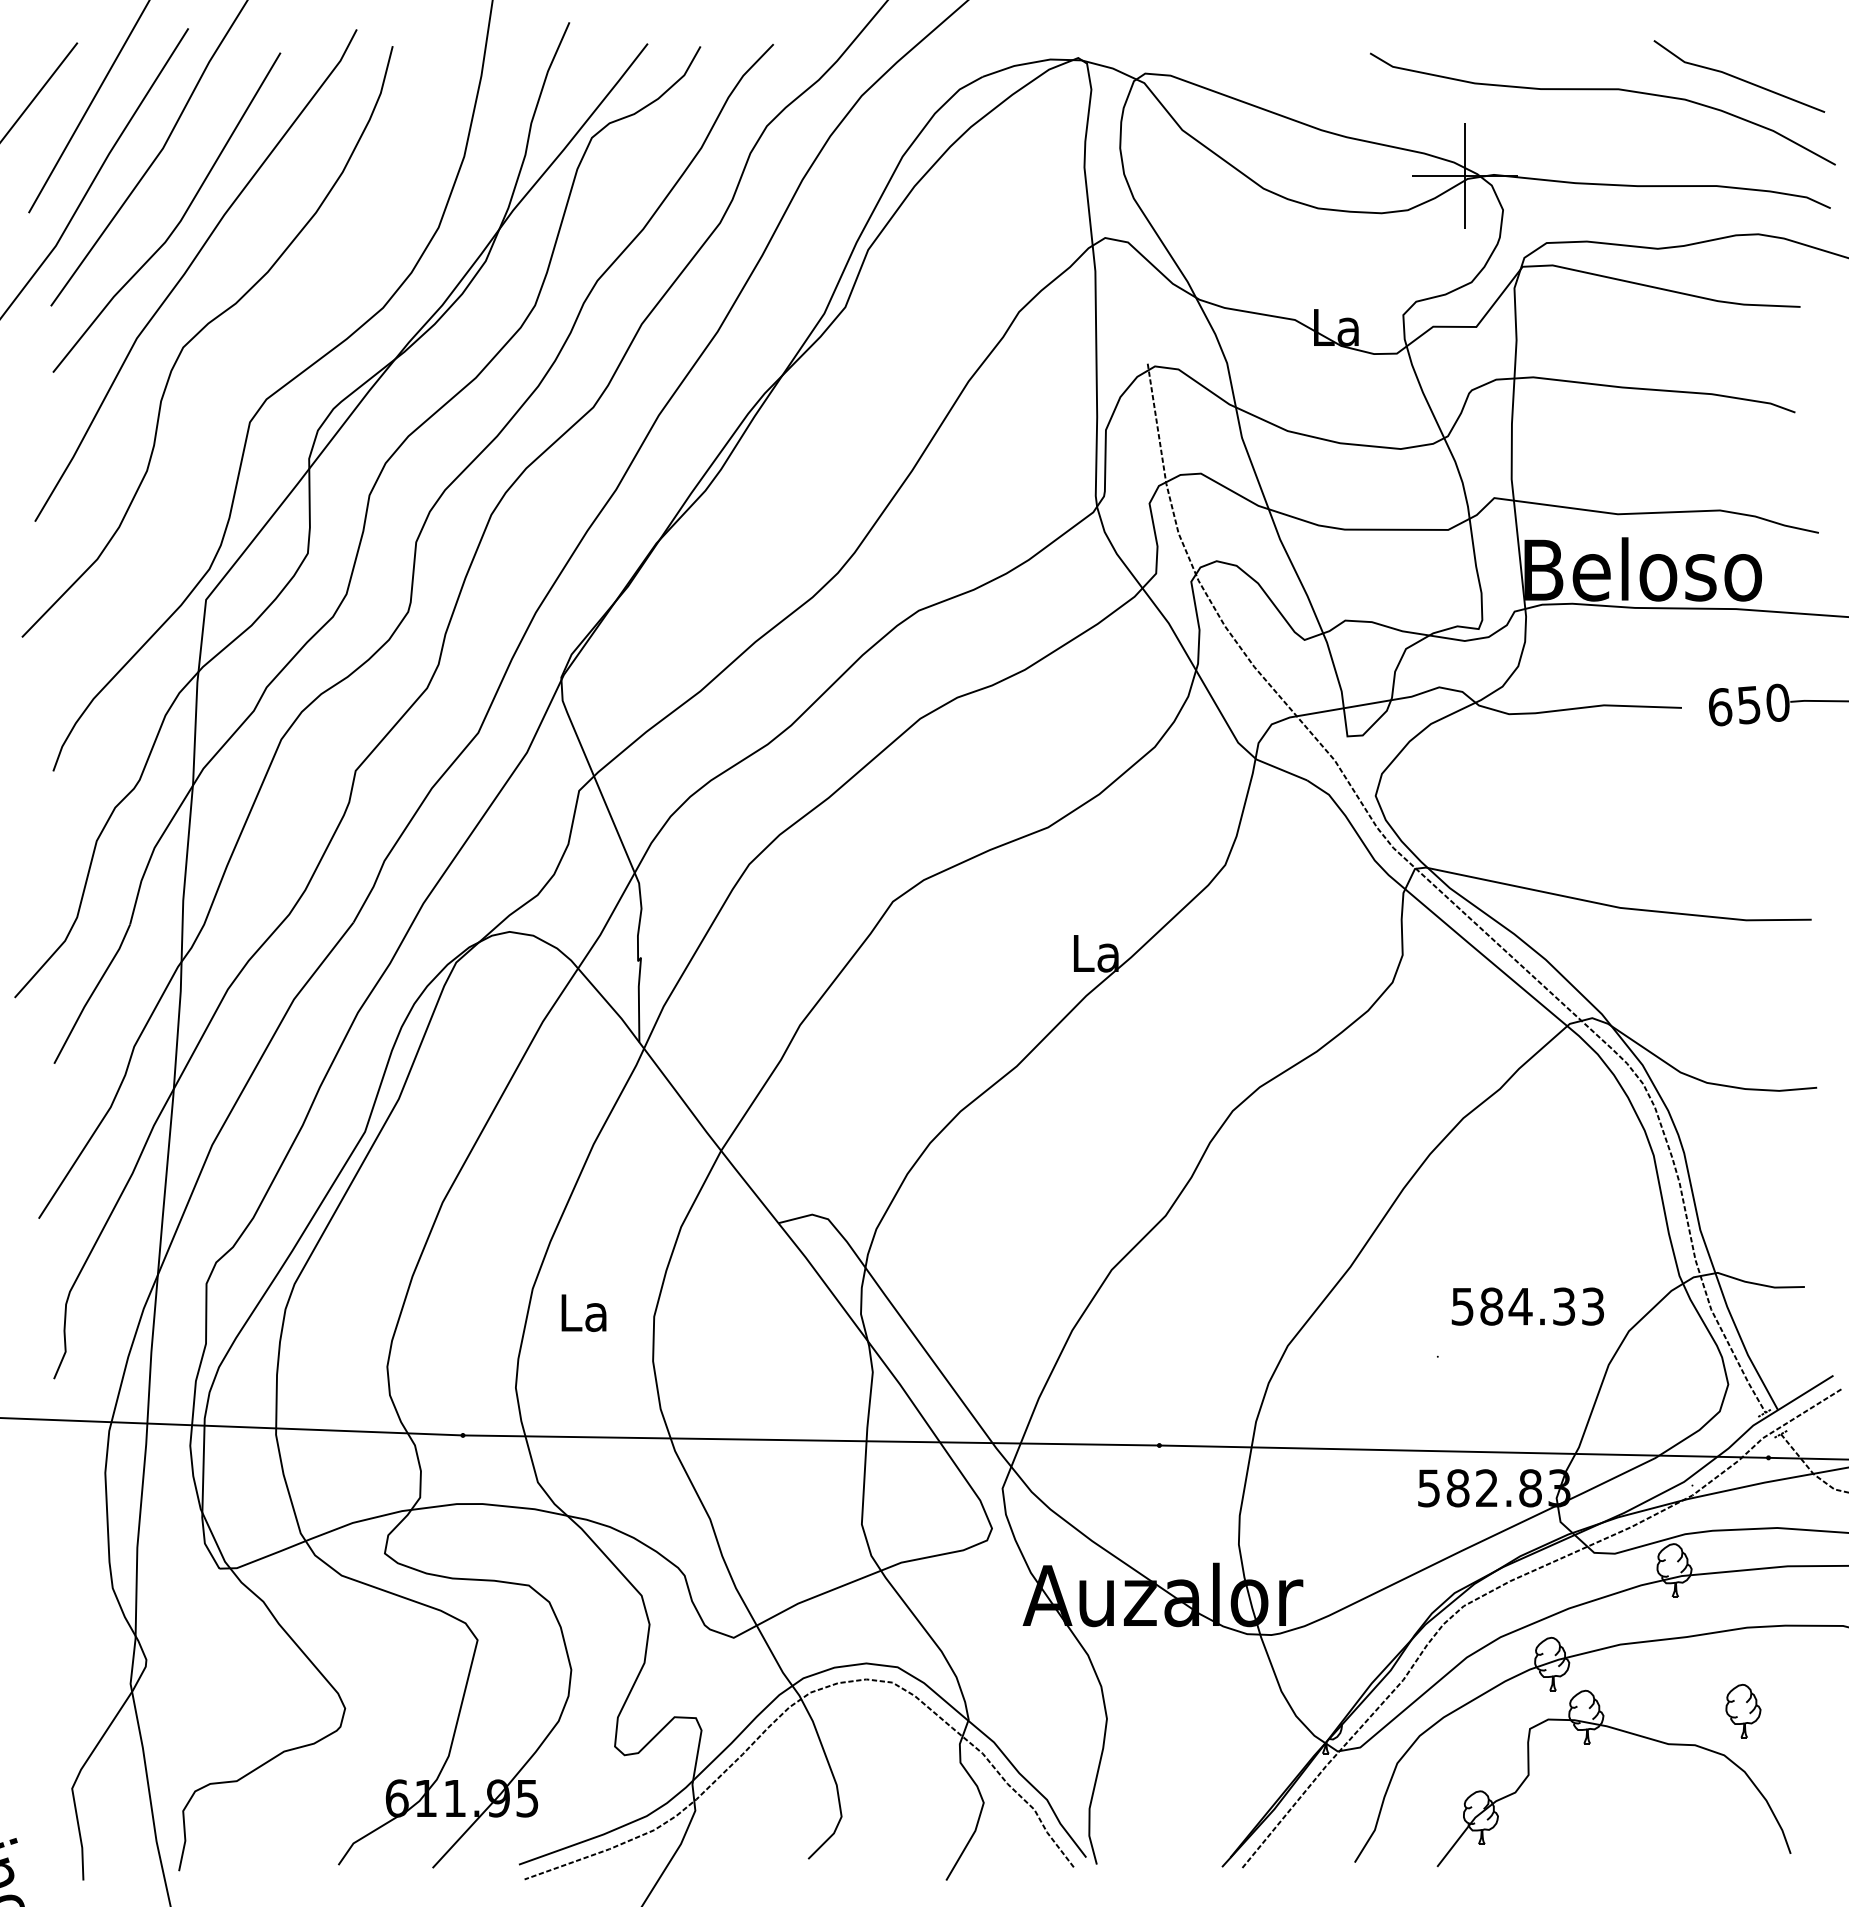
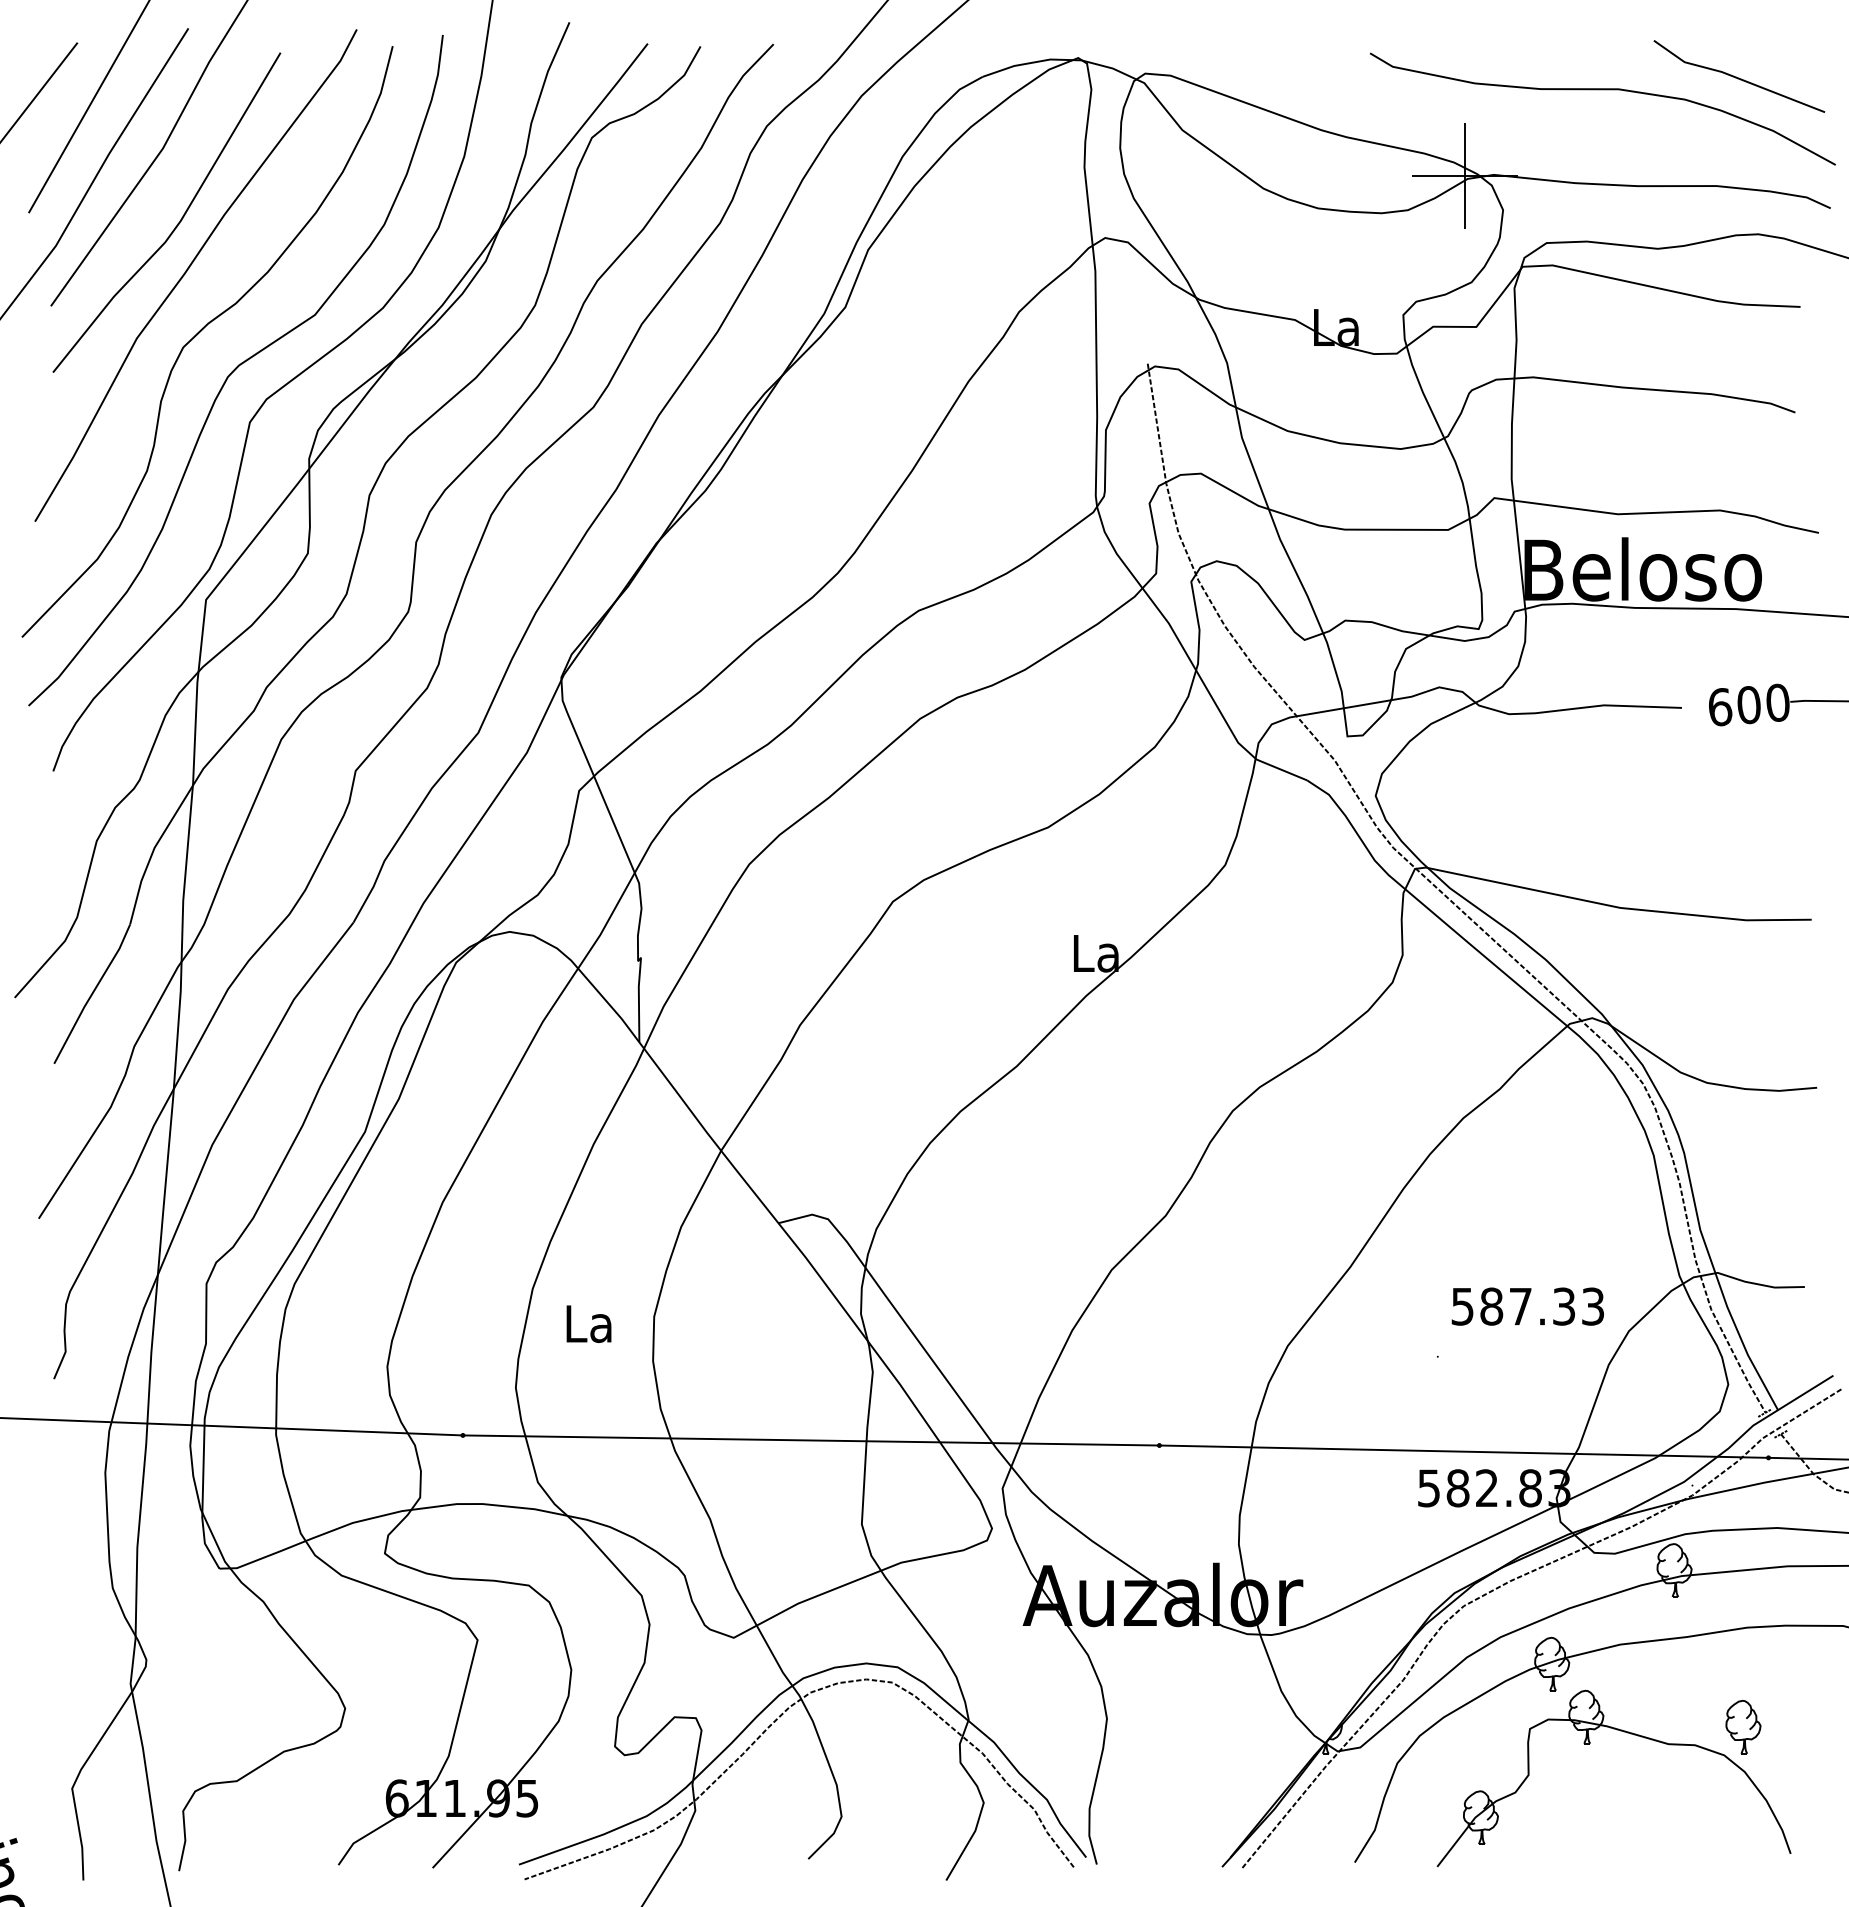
curve at (235, 370): none -> present
text at (1748, 705): 650 -> 600
text at (1520, 1306): 584.33 -> 587.33
text at (583, 1312) position: (583, 1312) -> (588, 1323)
part at (1743, 1711) position: (1743, 1711) -> (1743, 1727)
